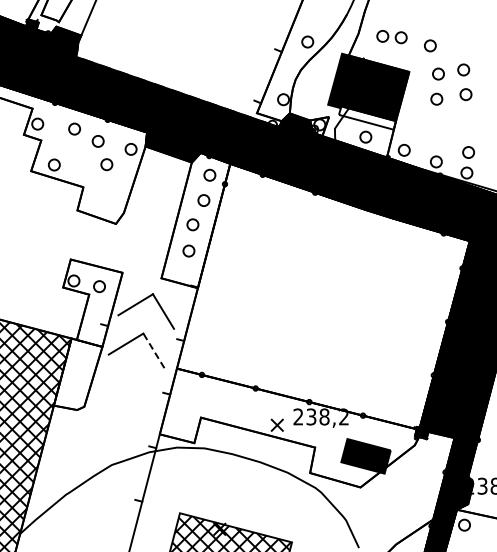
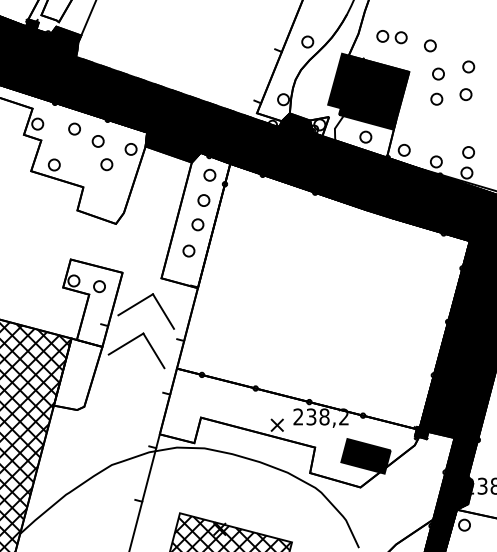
circle at (463, 69) position: (463, 69) -> (468, 66)
fill at (367, 117): none -> present
circle at (192, 224) position: (192, 224) -> (197, 224)
line at (153, 350): dashed -> solid
